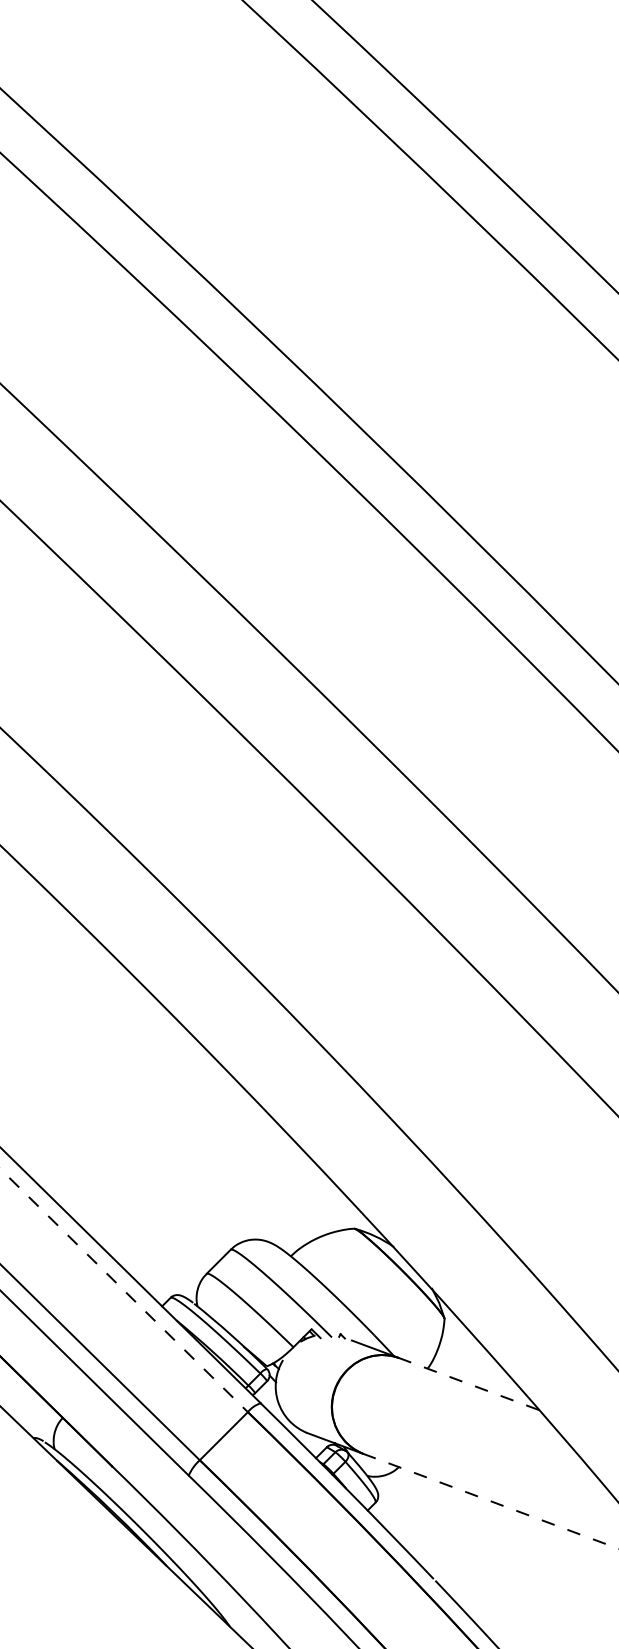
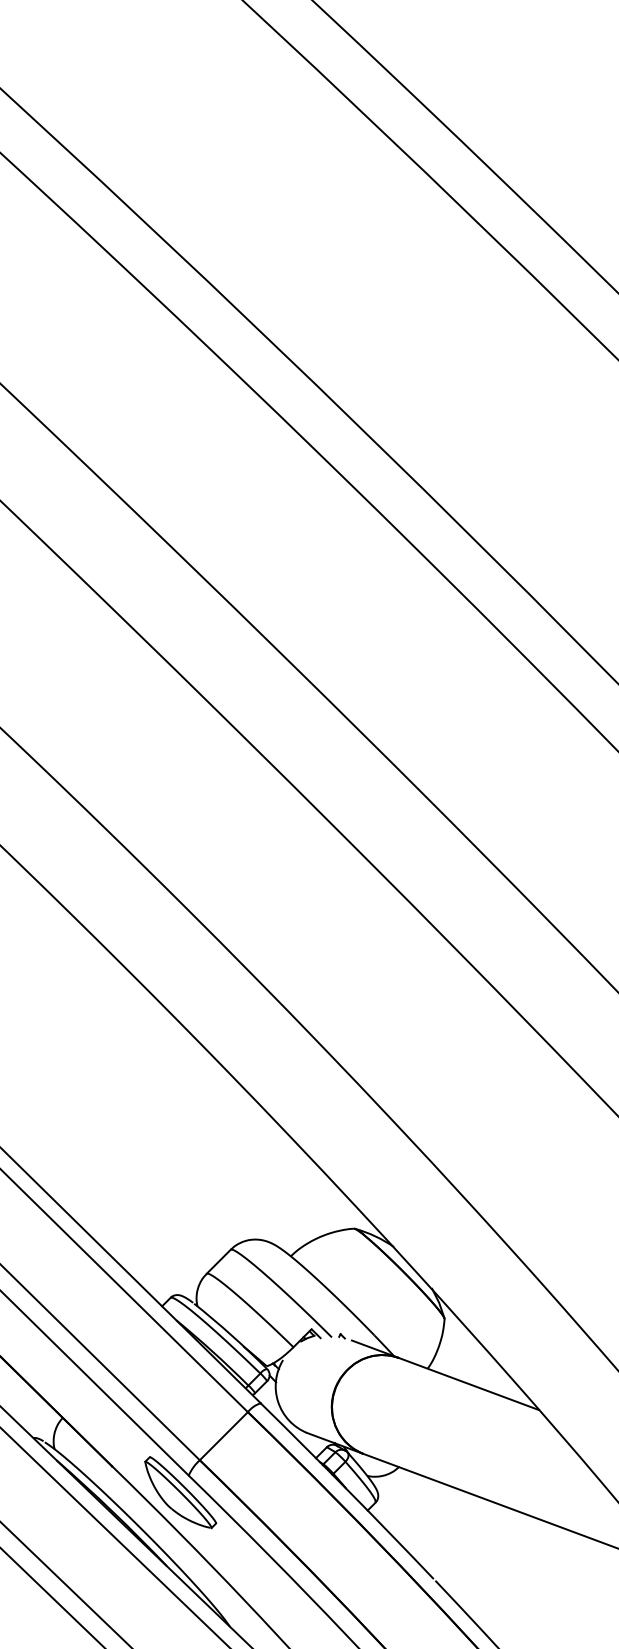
line at (124, 1290): dashed -> solid
line at (468, 1383): dashed -> solid
part at (180, 1492): none -> present
line at (491, 1501): dashed -> solid
line at (114, 1537): none -> present
line at (65, 1584): none -> present
line at (51, 1597): none -> present
